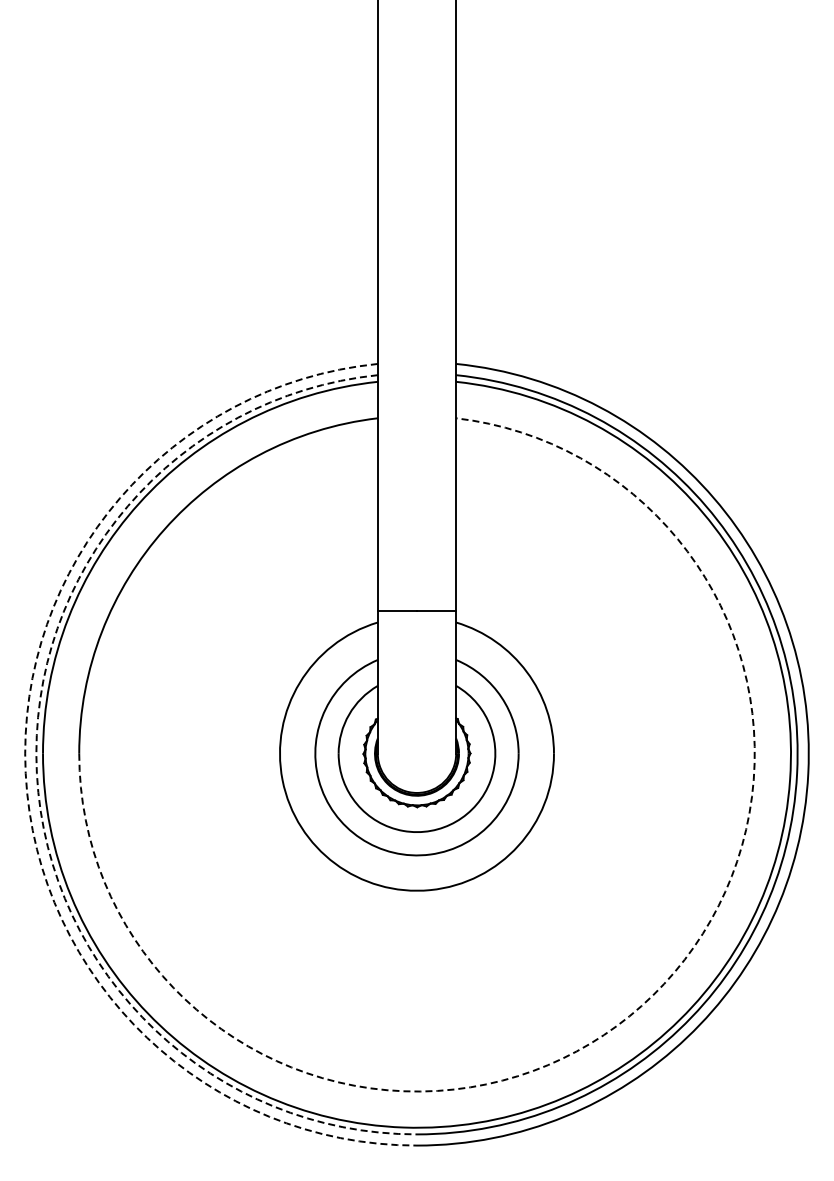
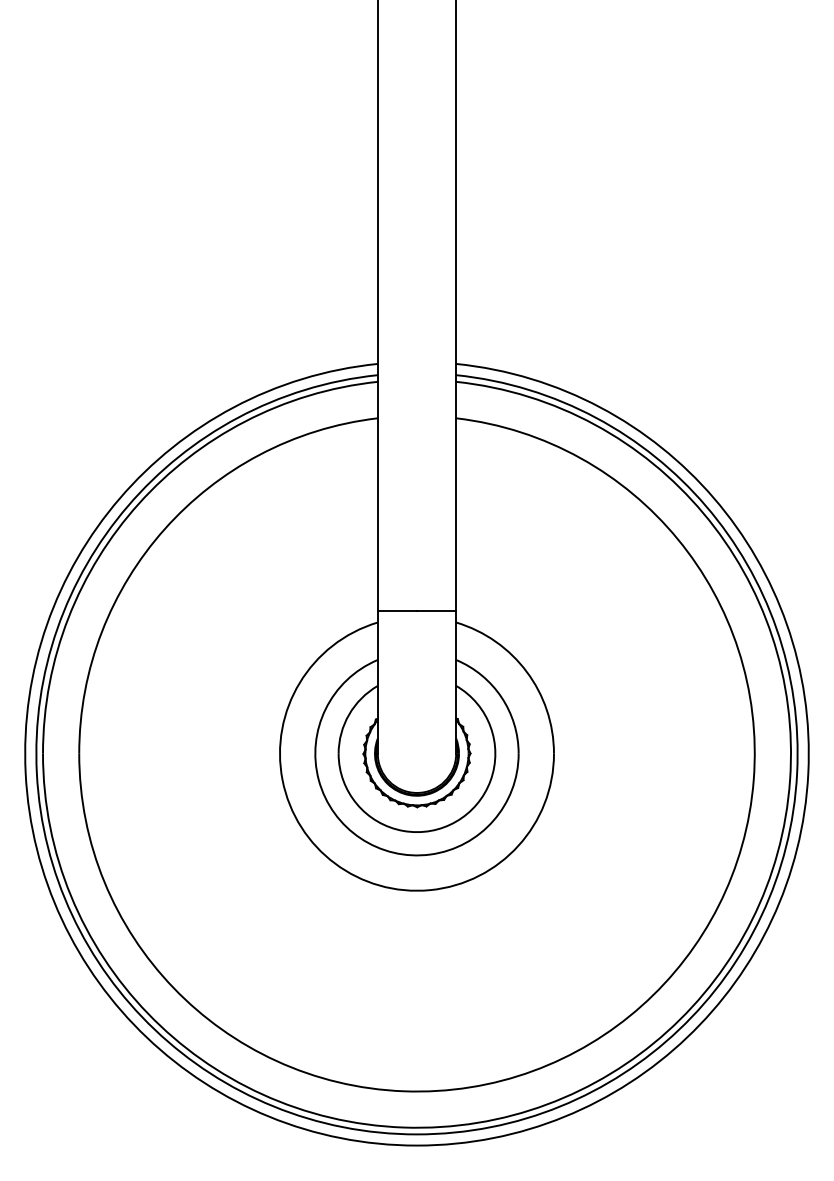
arc at (25, 773): dashed -> solid
arc at (36, 773): dashed -> solid
arc at (641, 1006): dashed -> solid
